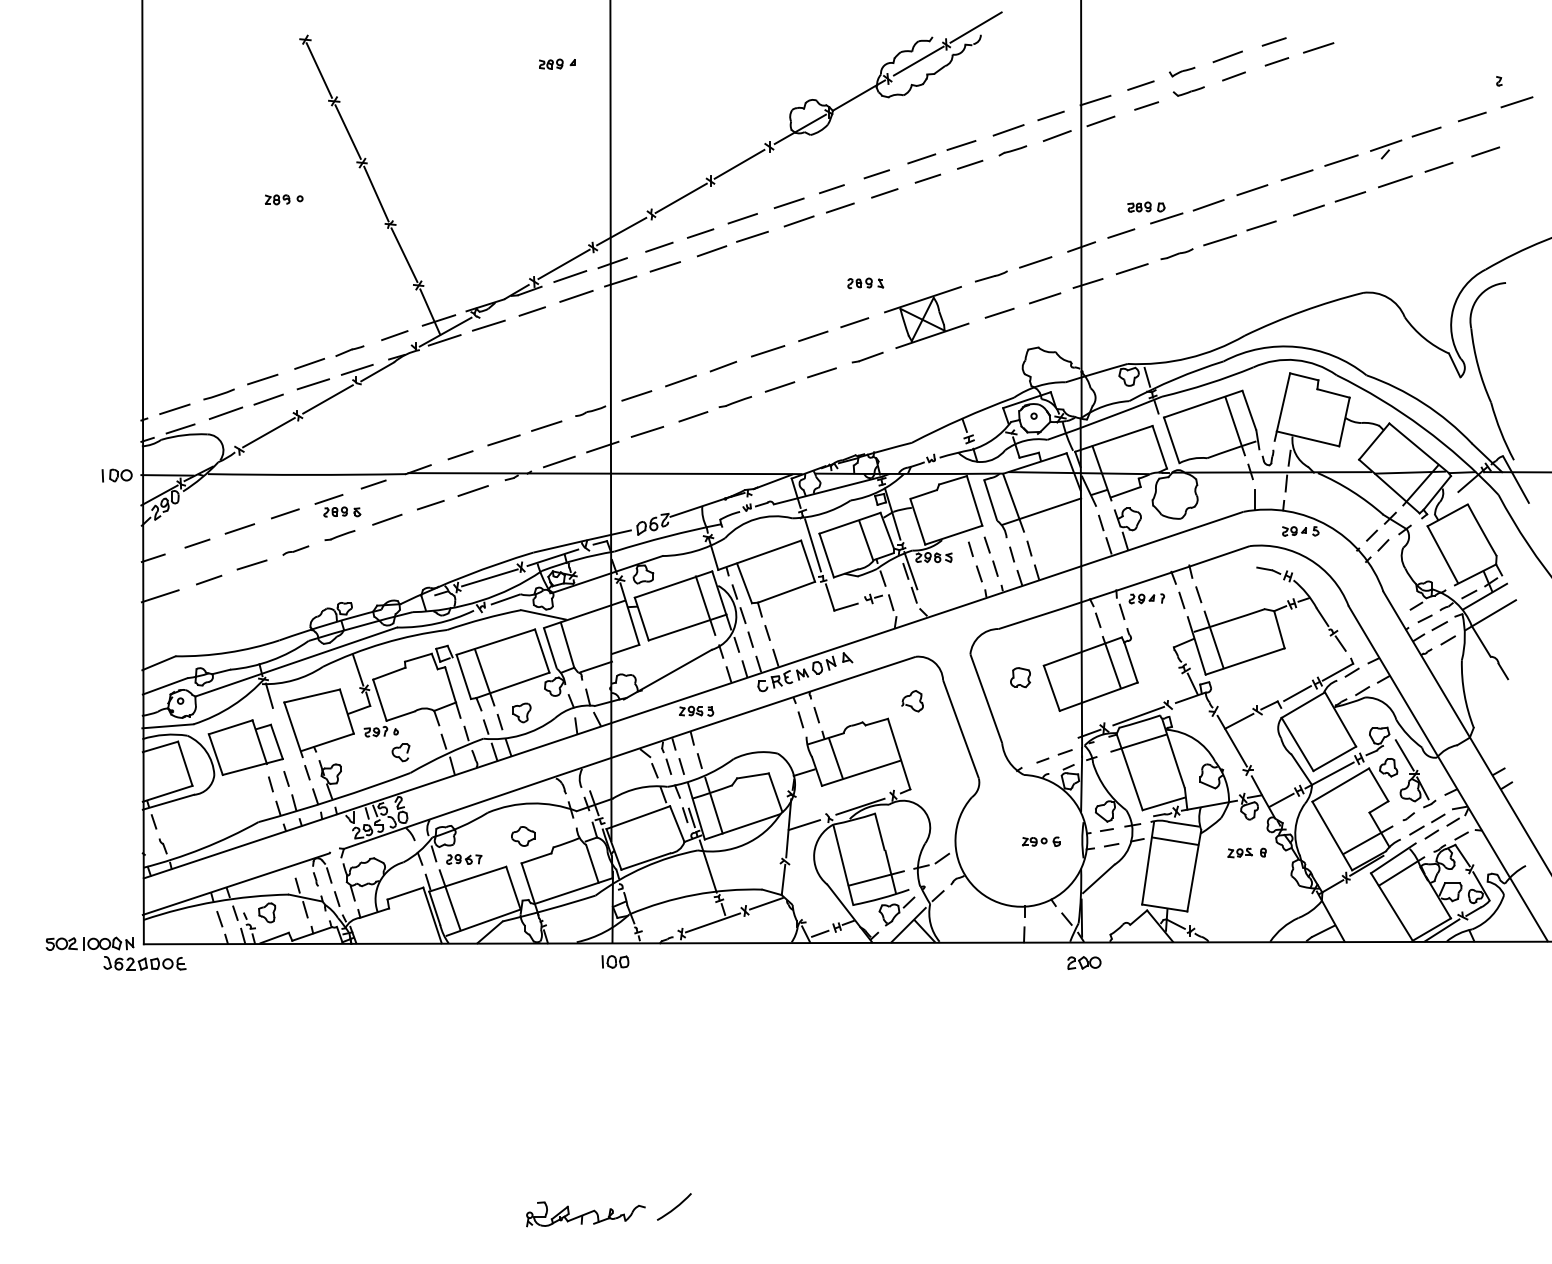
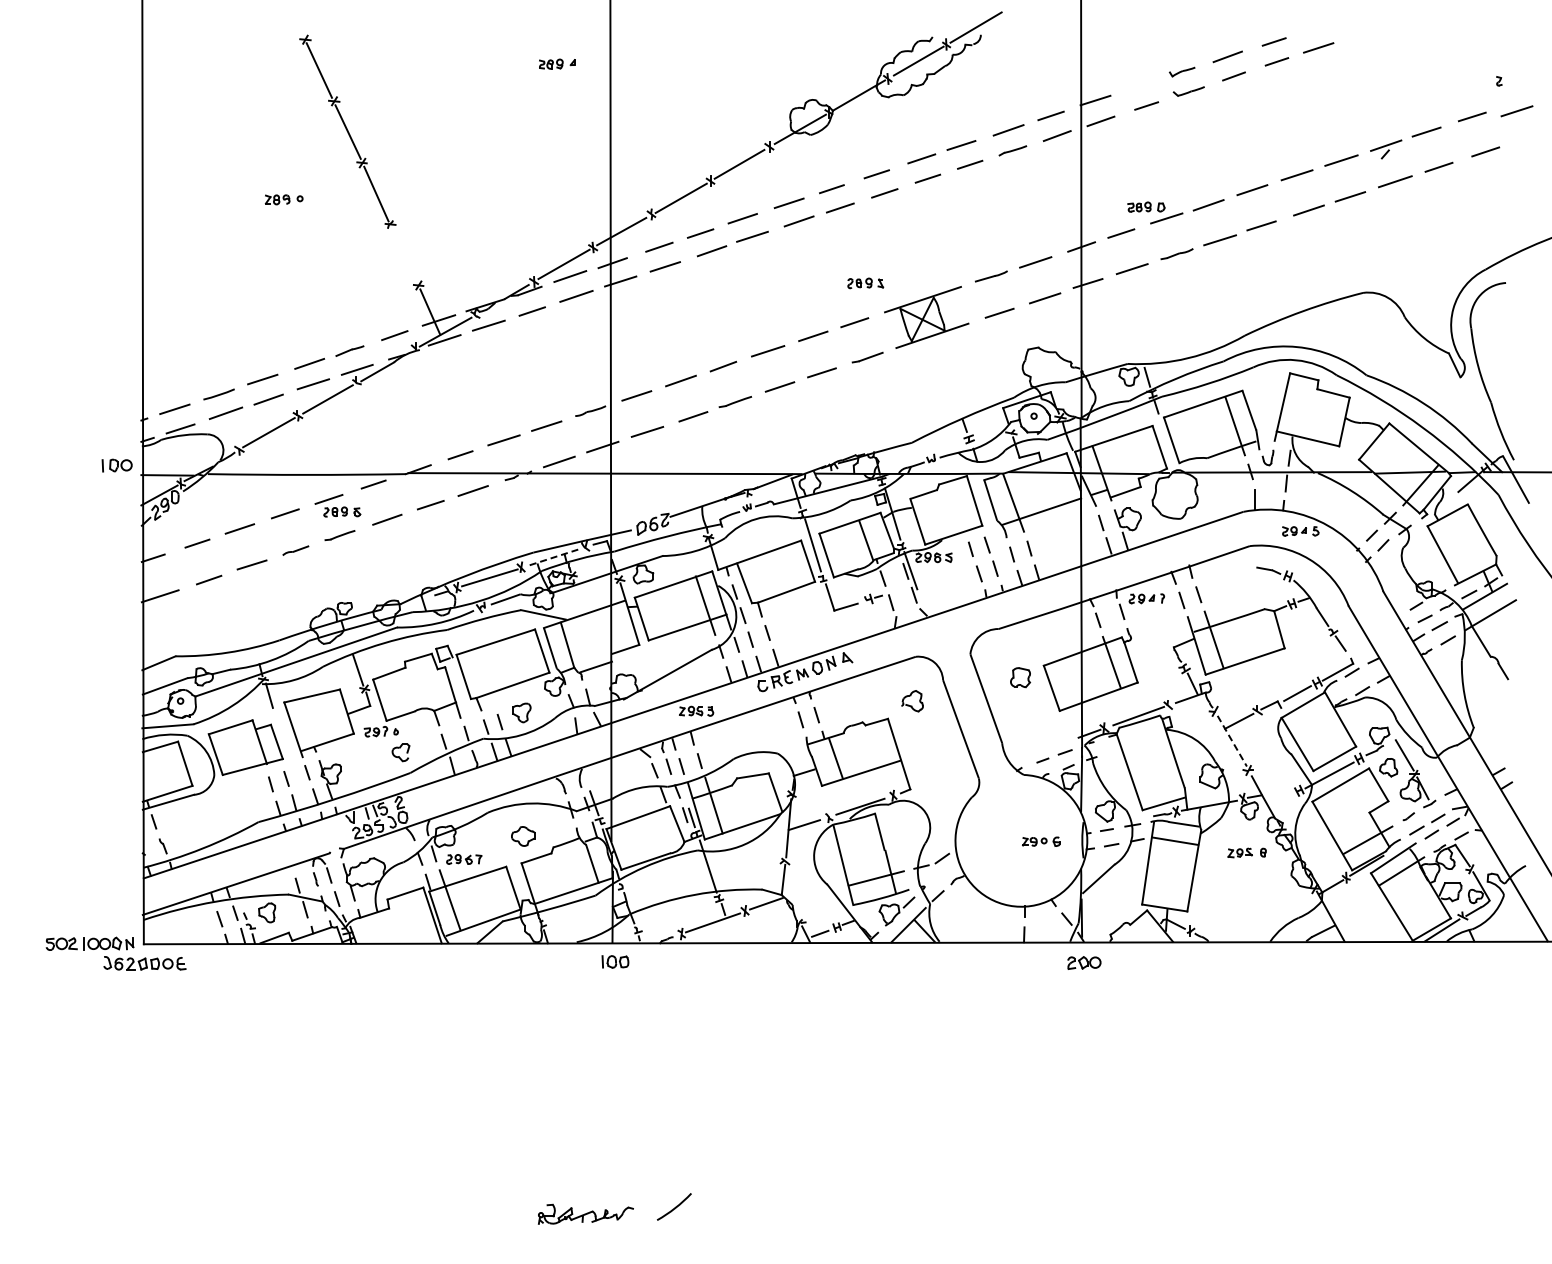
line at (1140, 85): present -> none
line at (1516, 102) position: (1516, 102) -> (1516, 111)
line at (404, 255): present -> none
part at (116, 475) position: (116, 475) -> (116, 465)
line at (552, 557): solid -> dashed
line at (484, 677): present -> none
line at (1232, 741): solid -> dashed
line at (1138, 742): present -> none
line at (1281, 799): present -> none
part at (585, 1214) size: 120x27 px -> 96x22 px
